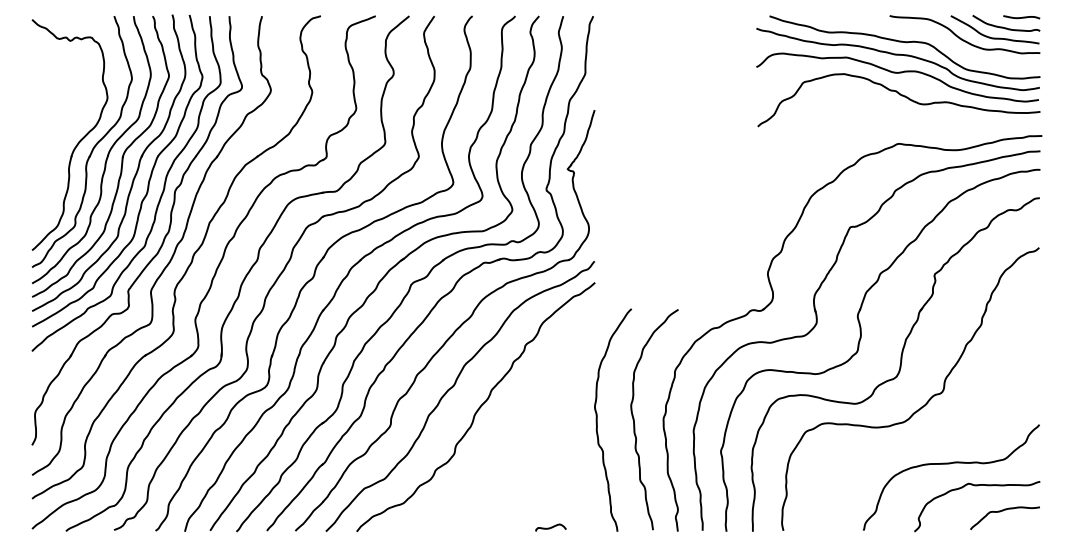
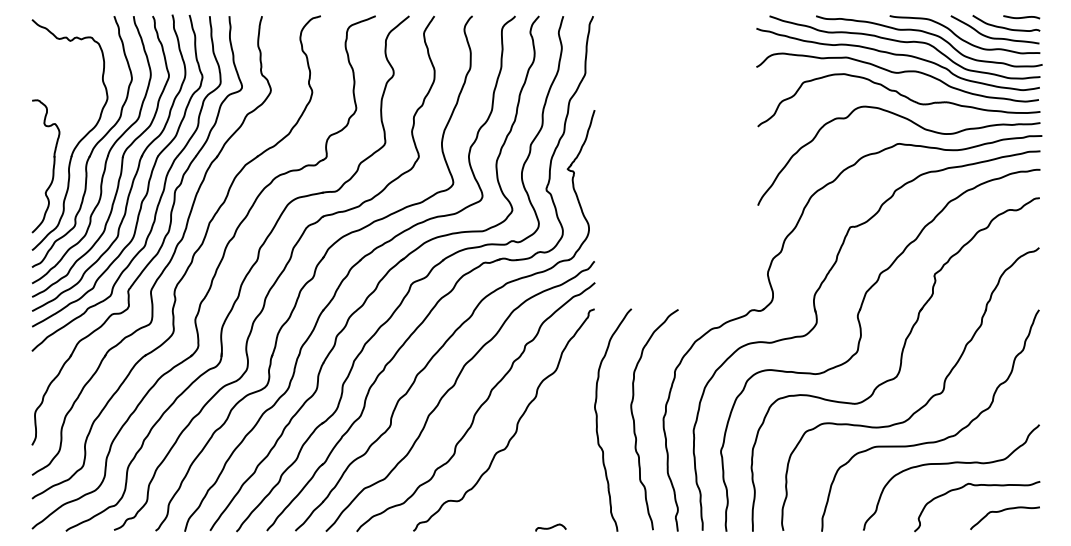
curve at (932, 35): none -> present
curve at (914, 124): none -> present
part at (52, 168): none -> present
curve at (516, 423): none -> present
curve at (936, 440): none -> present
